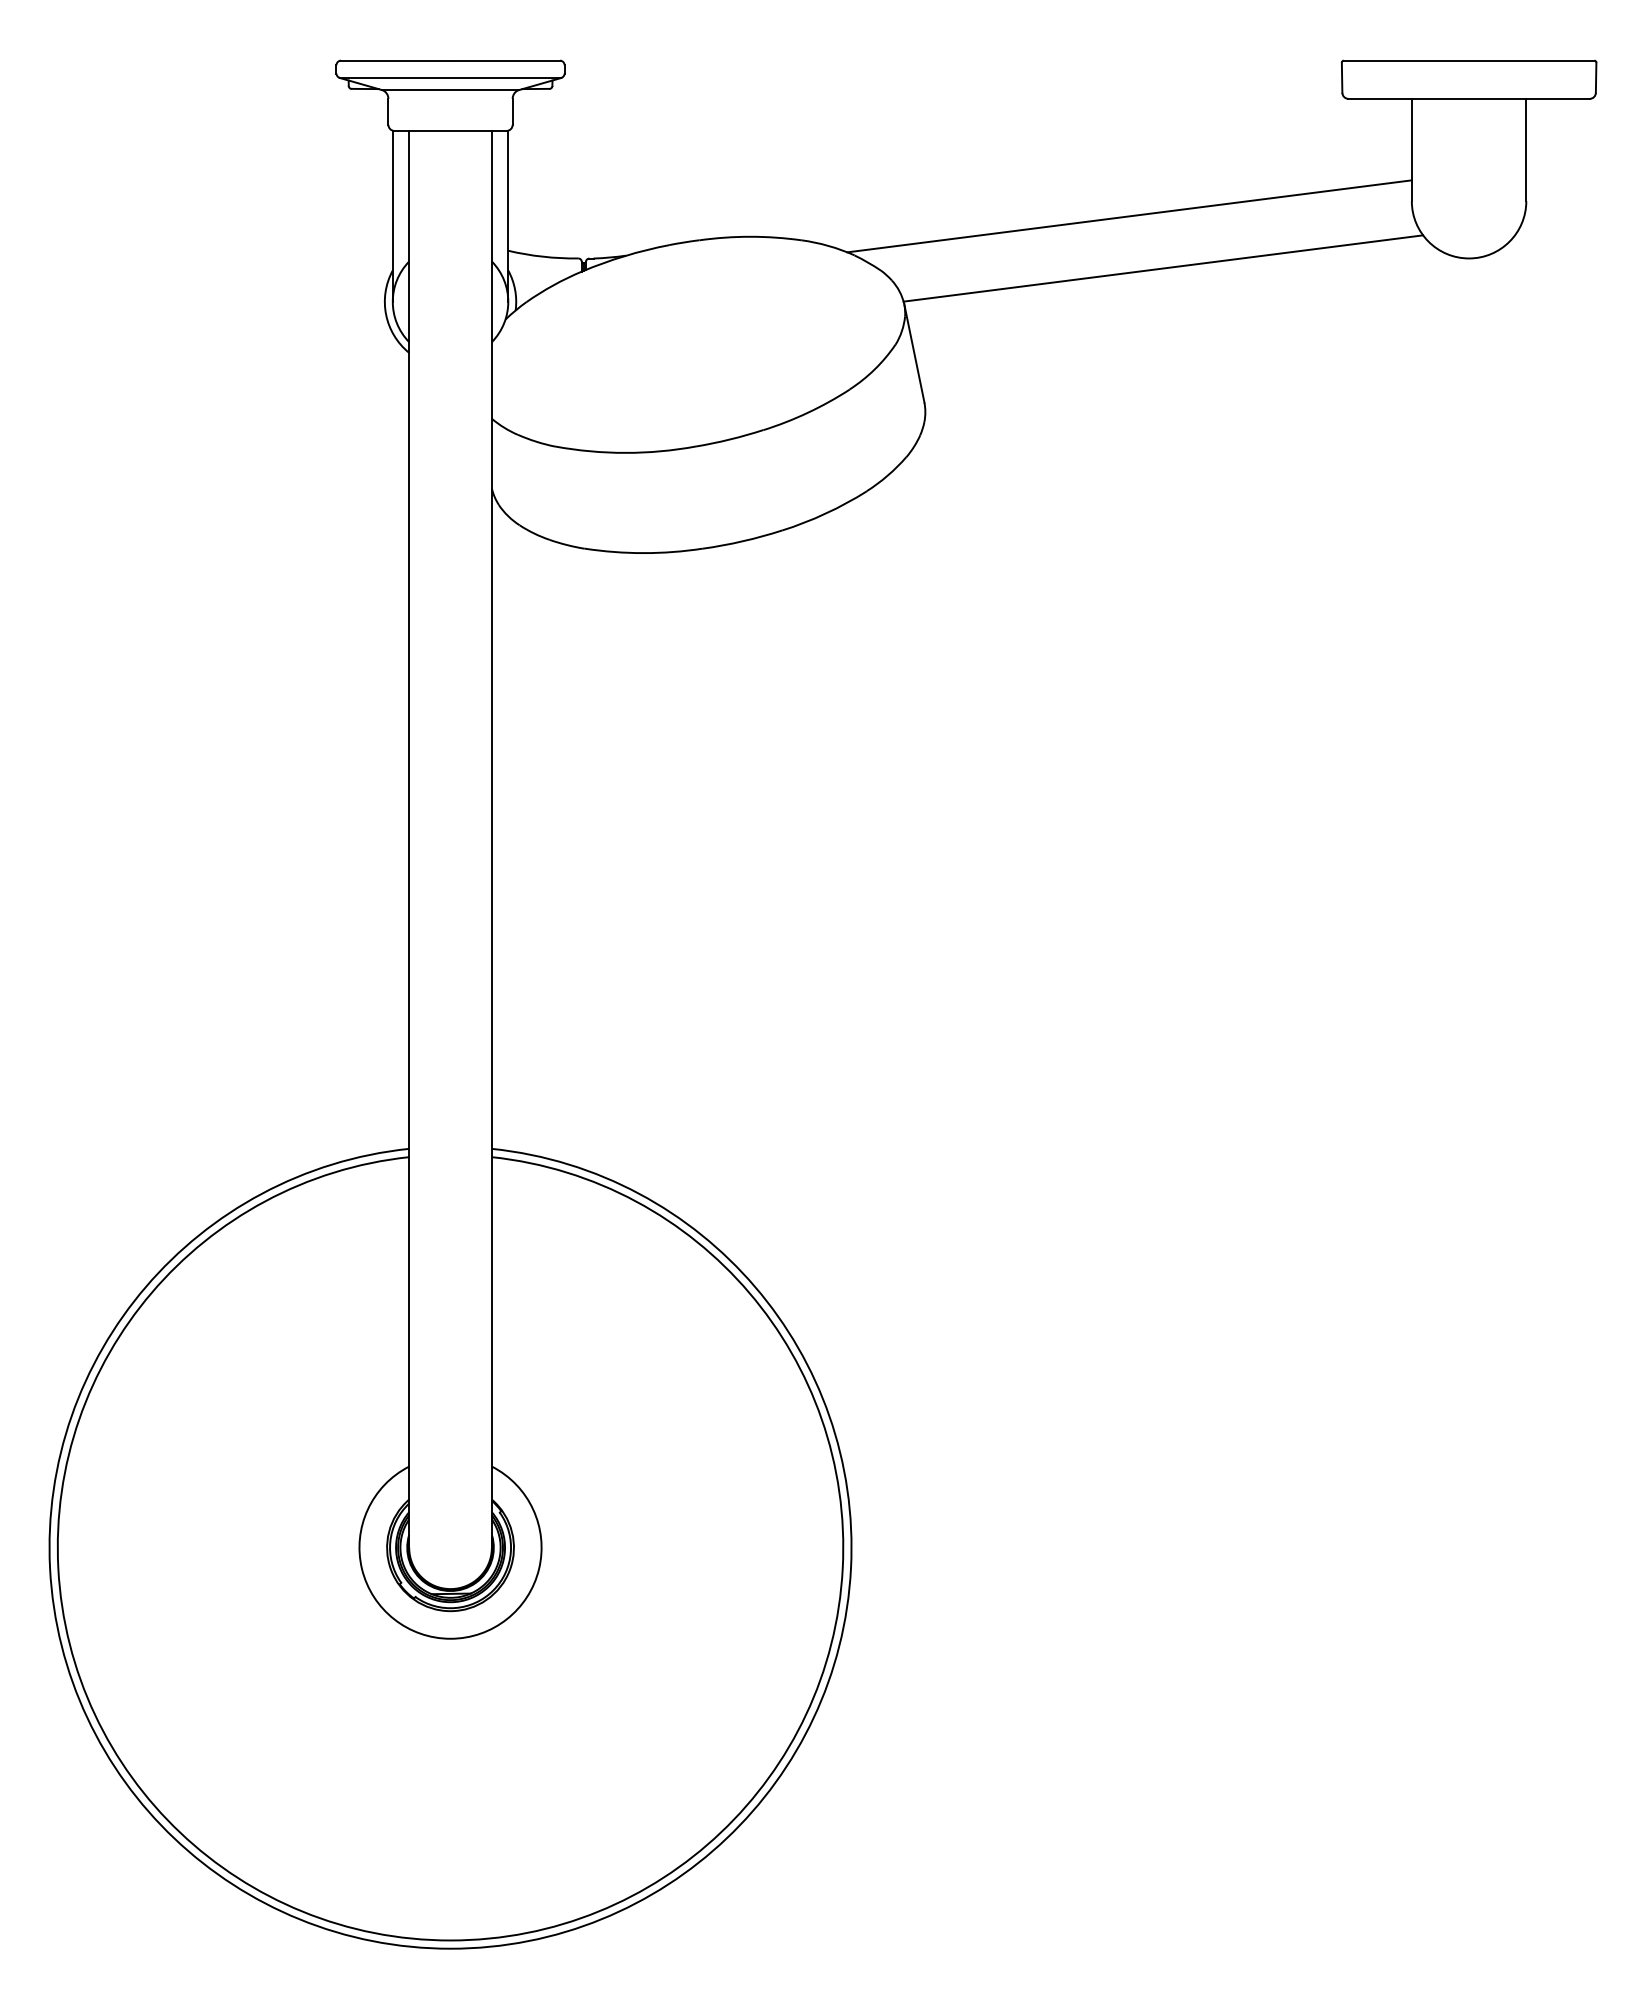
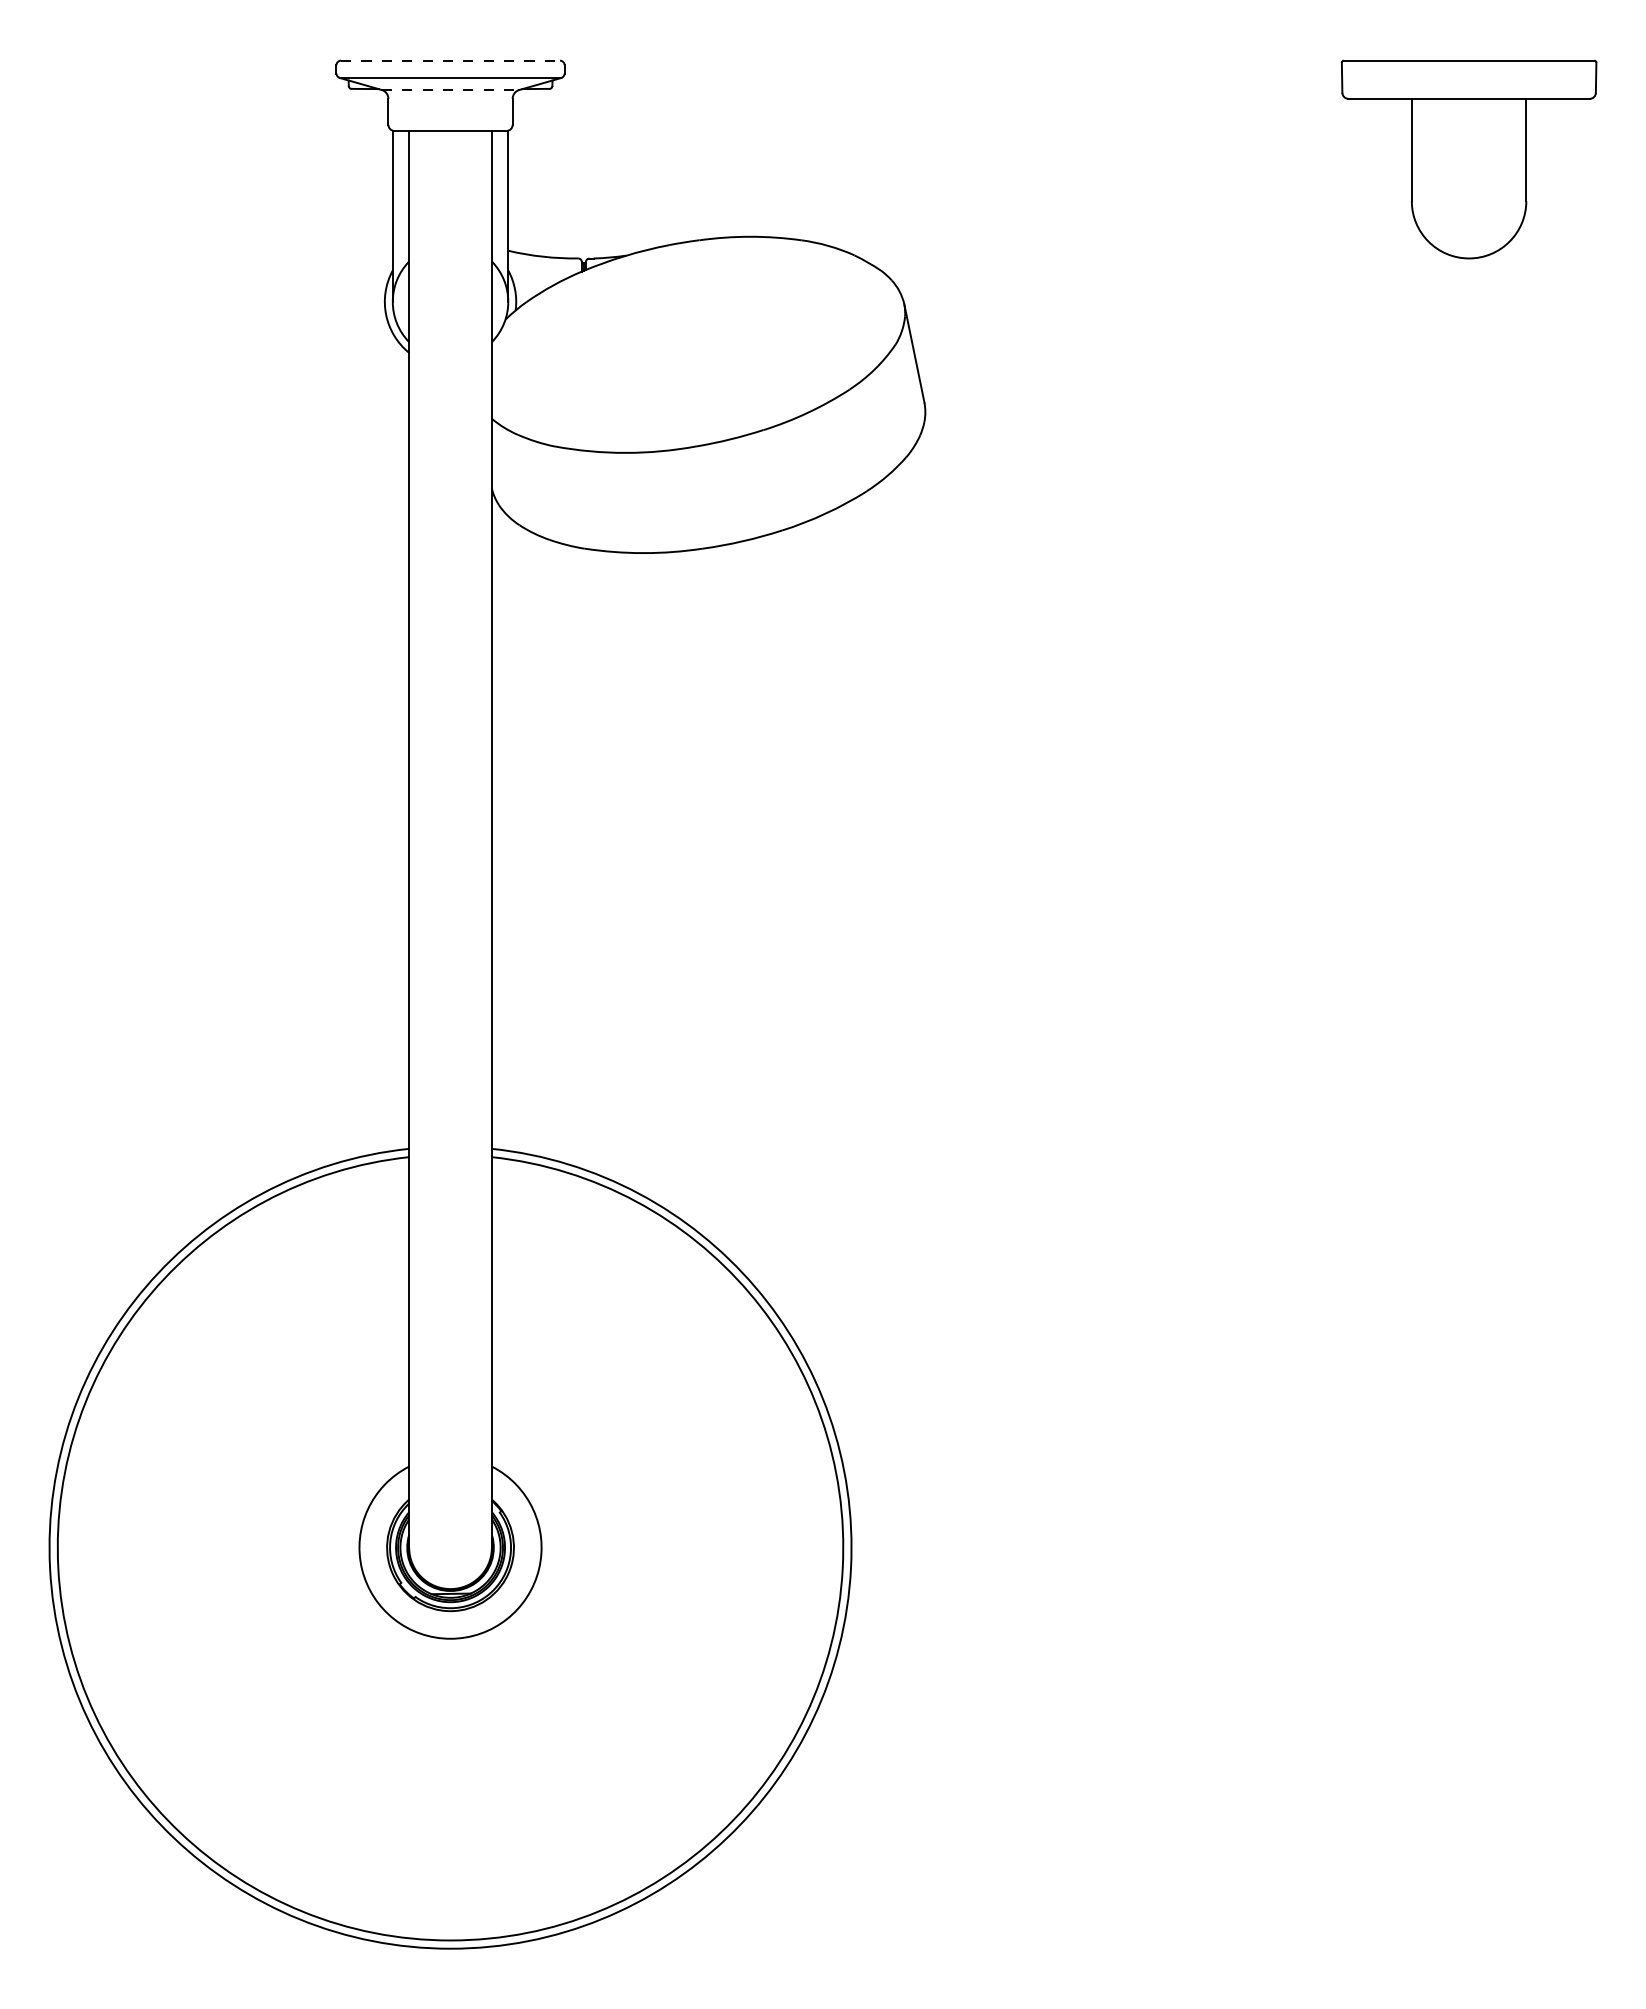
line at (451, 60): solid -> dashed
line at (450, 90): solid -> dashed
line at (1129, 216): present -> none
line at (1163, 268): present -> none
